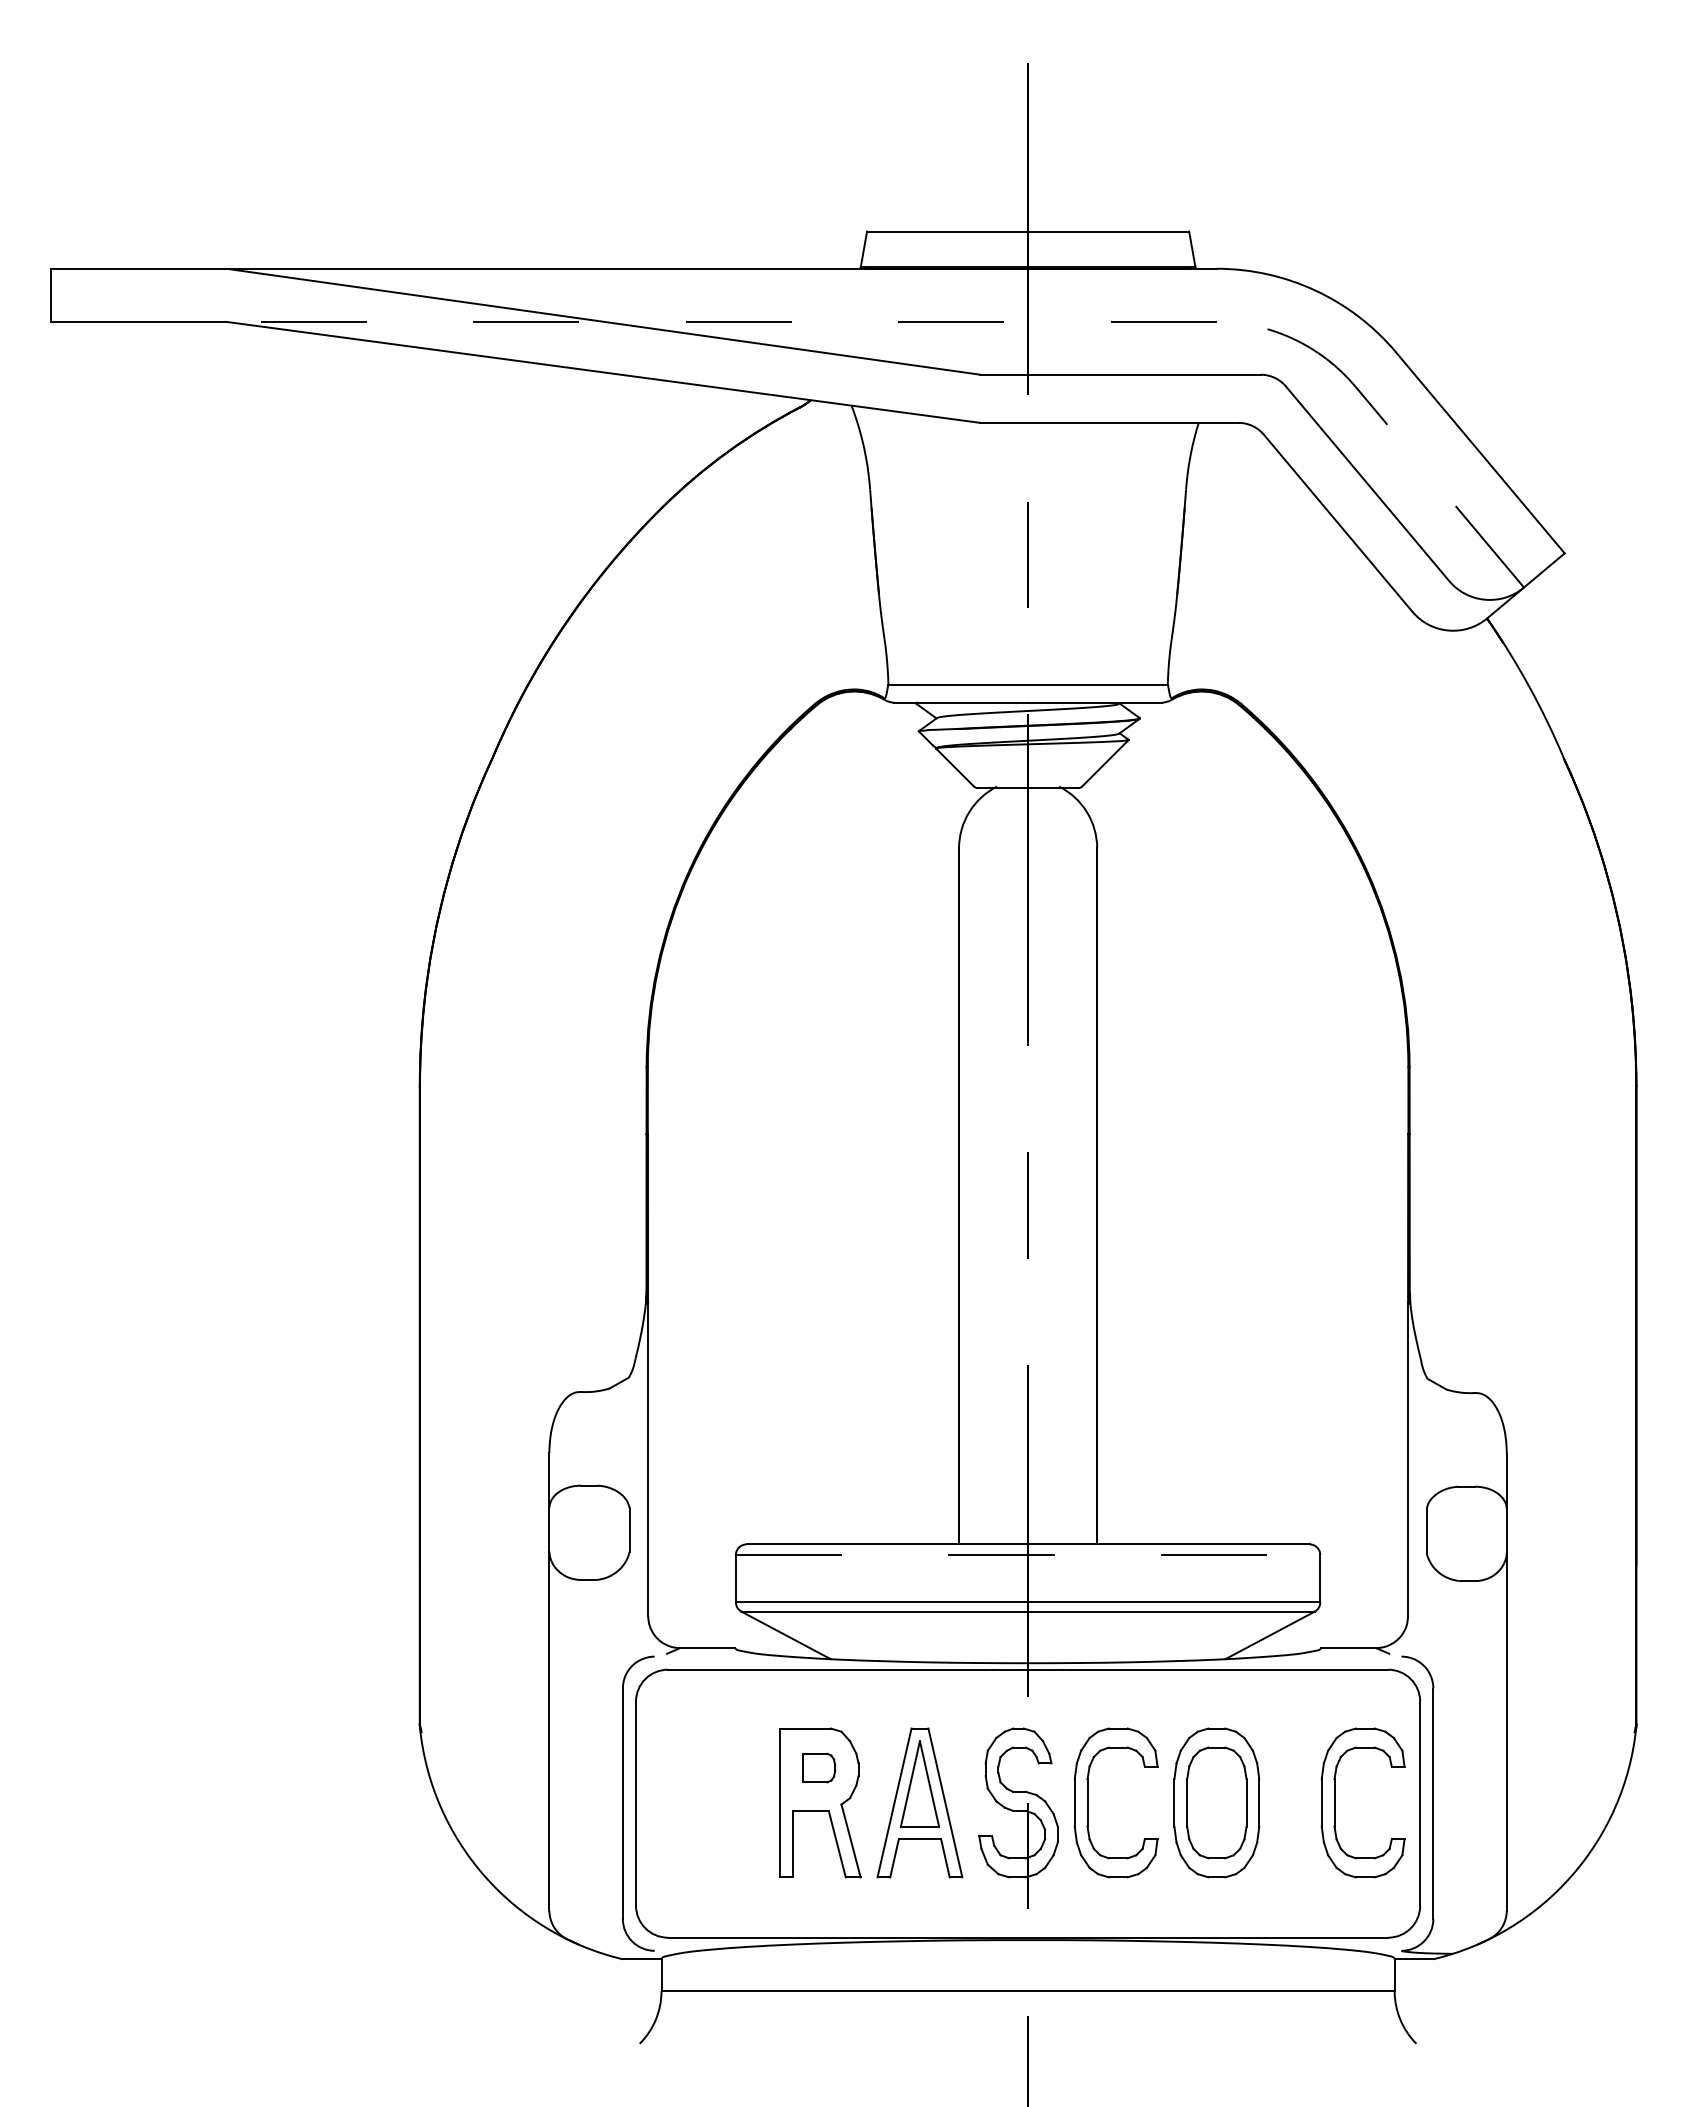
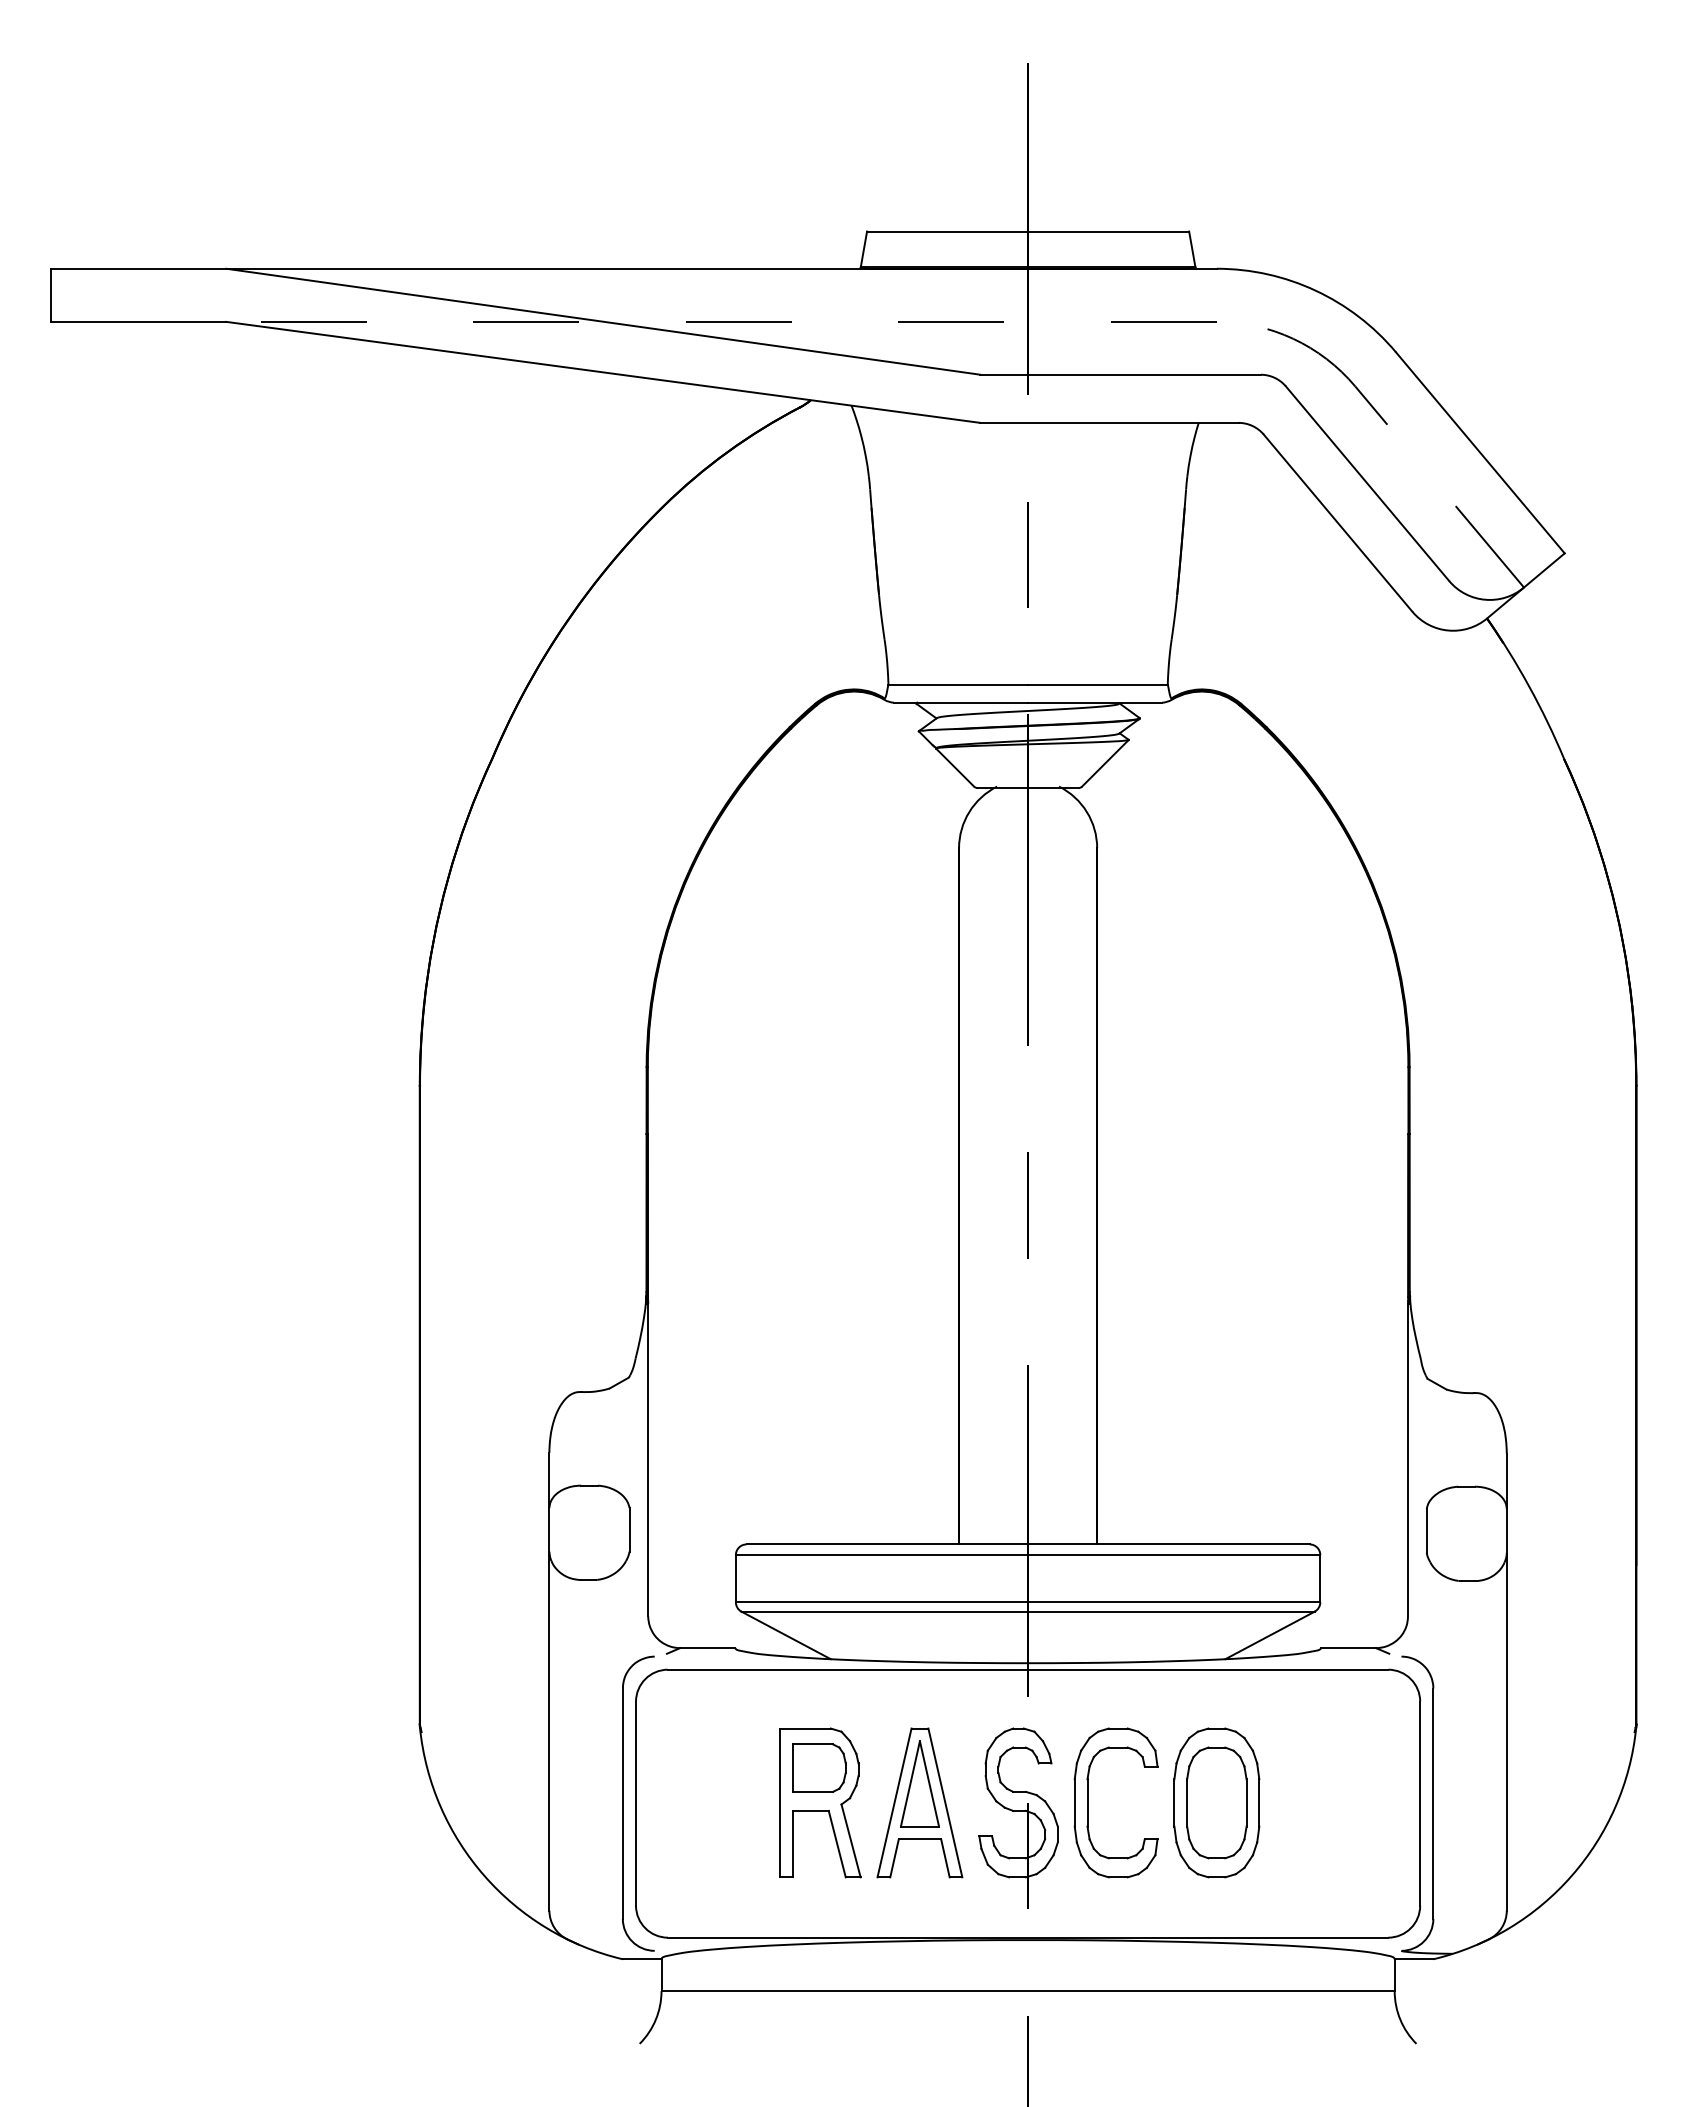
line at (1028, 1555): dashed -> solid
part at (819, 1767) size: 35x32 px -> 55x50 px
part at (1335, 1802): present -> none
